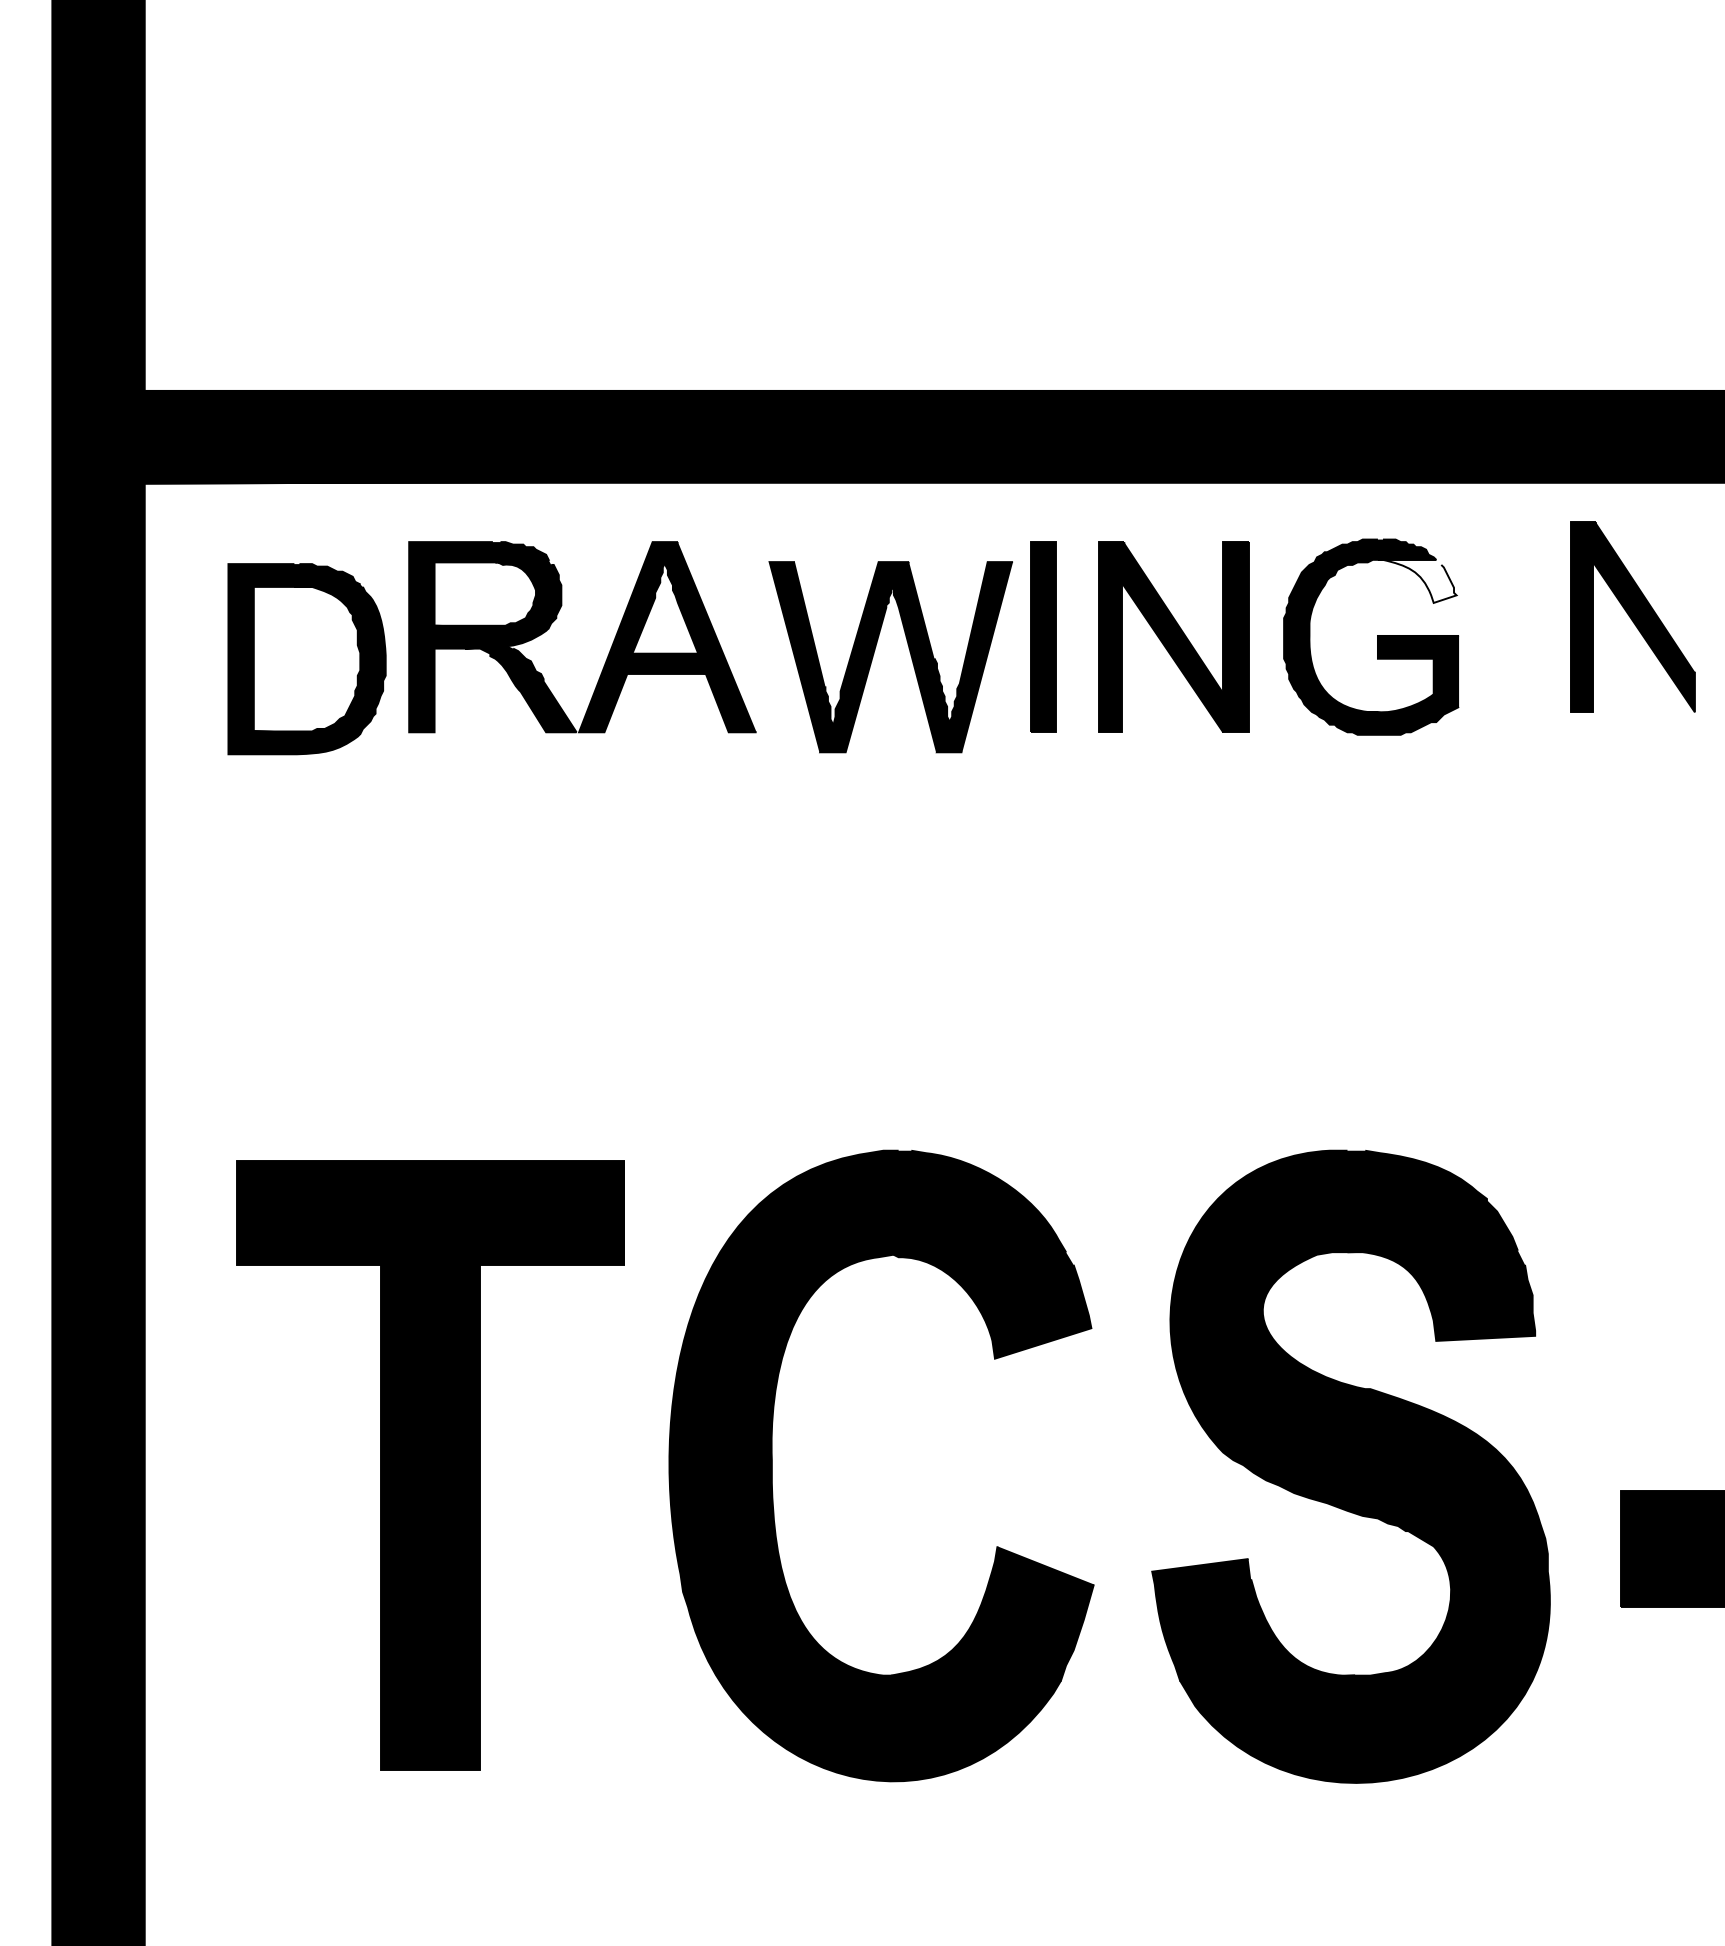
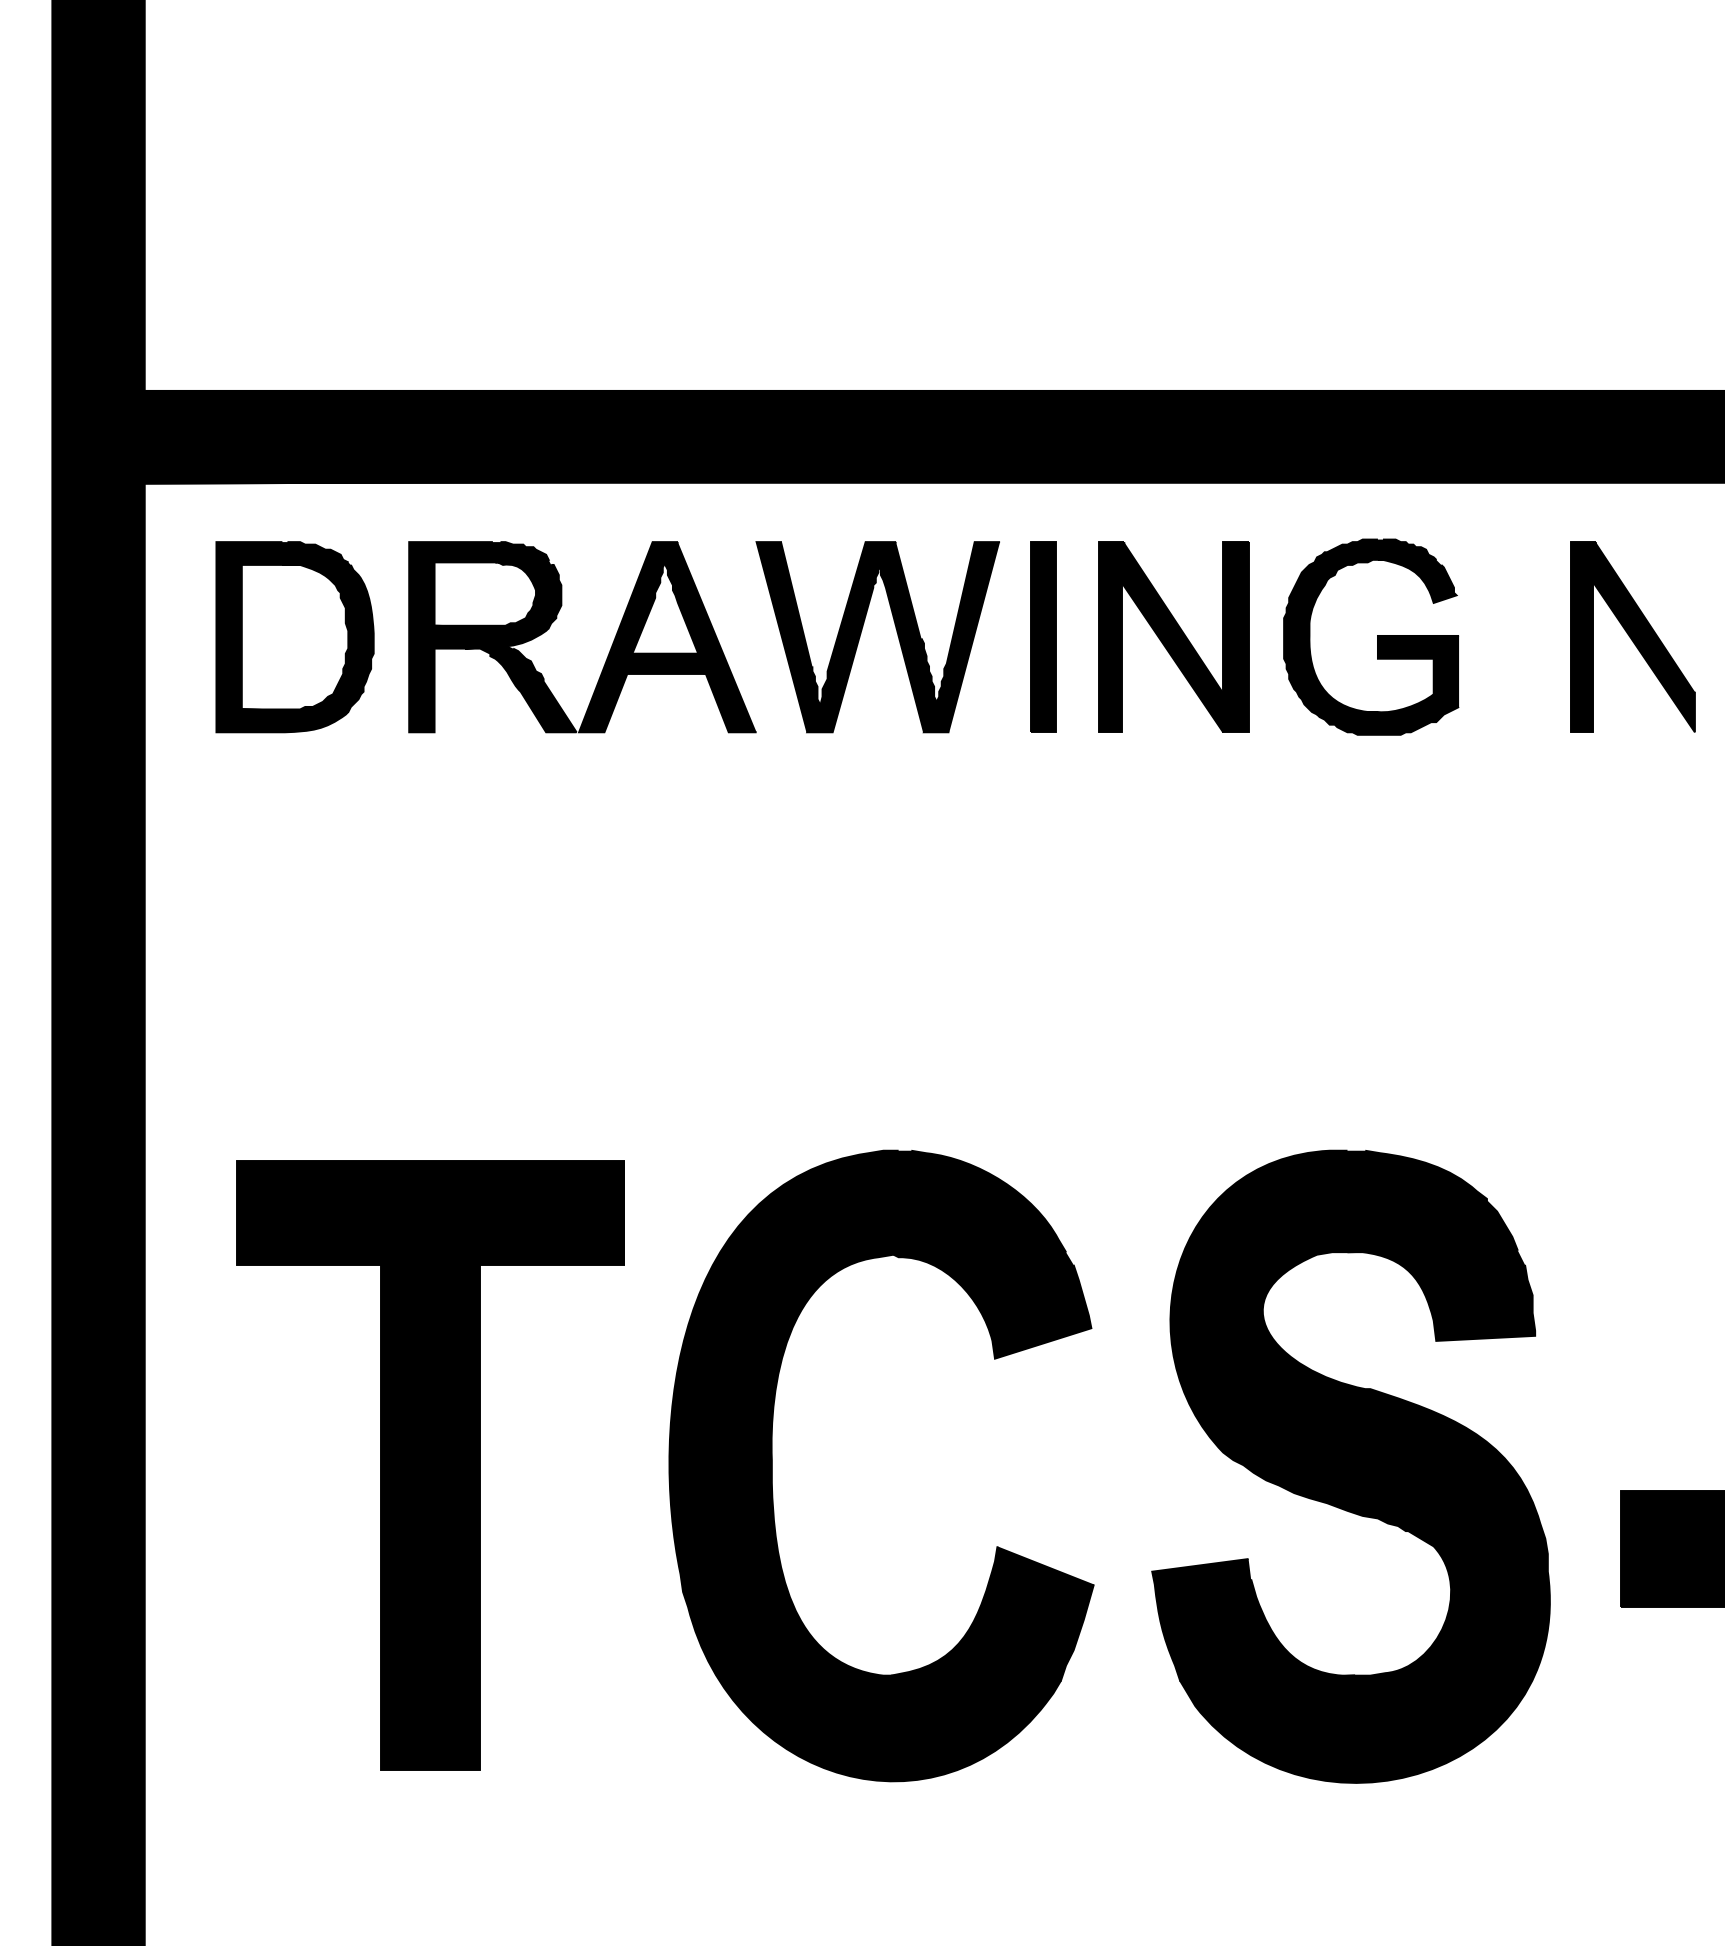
fill at (1416, 580): none -> present
part at (1632, 616) position: (1632, 616) -> (1632, 636)
part at (874, 654) position: (874, 654) -> (861, 634)
part at (306, 659) position: (306, 659) -> (294, 637)
